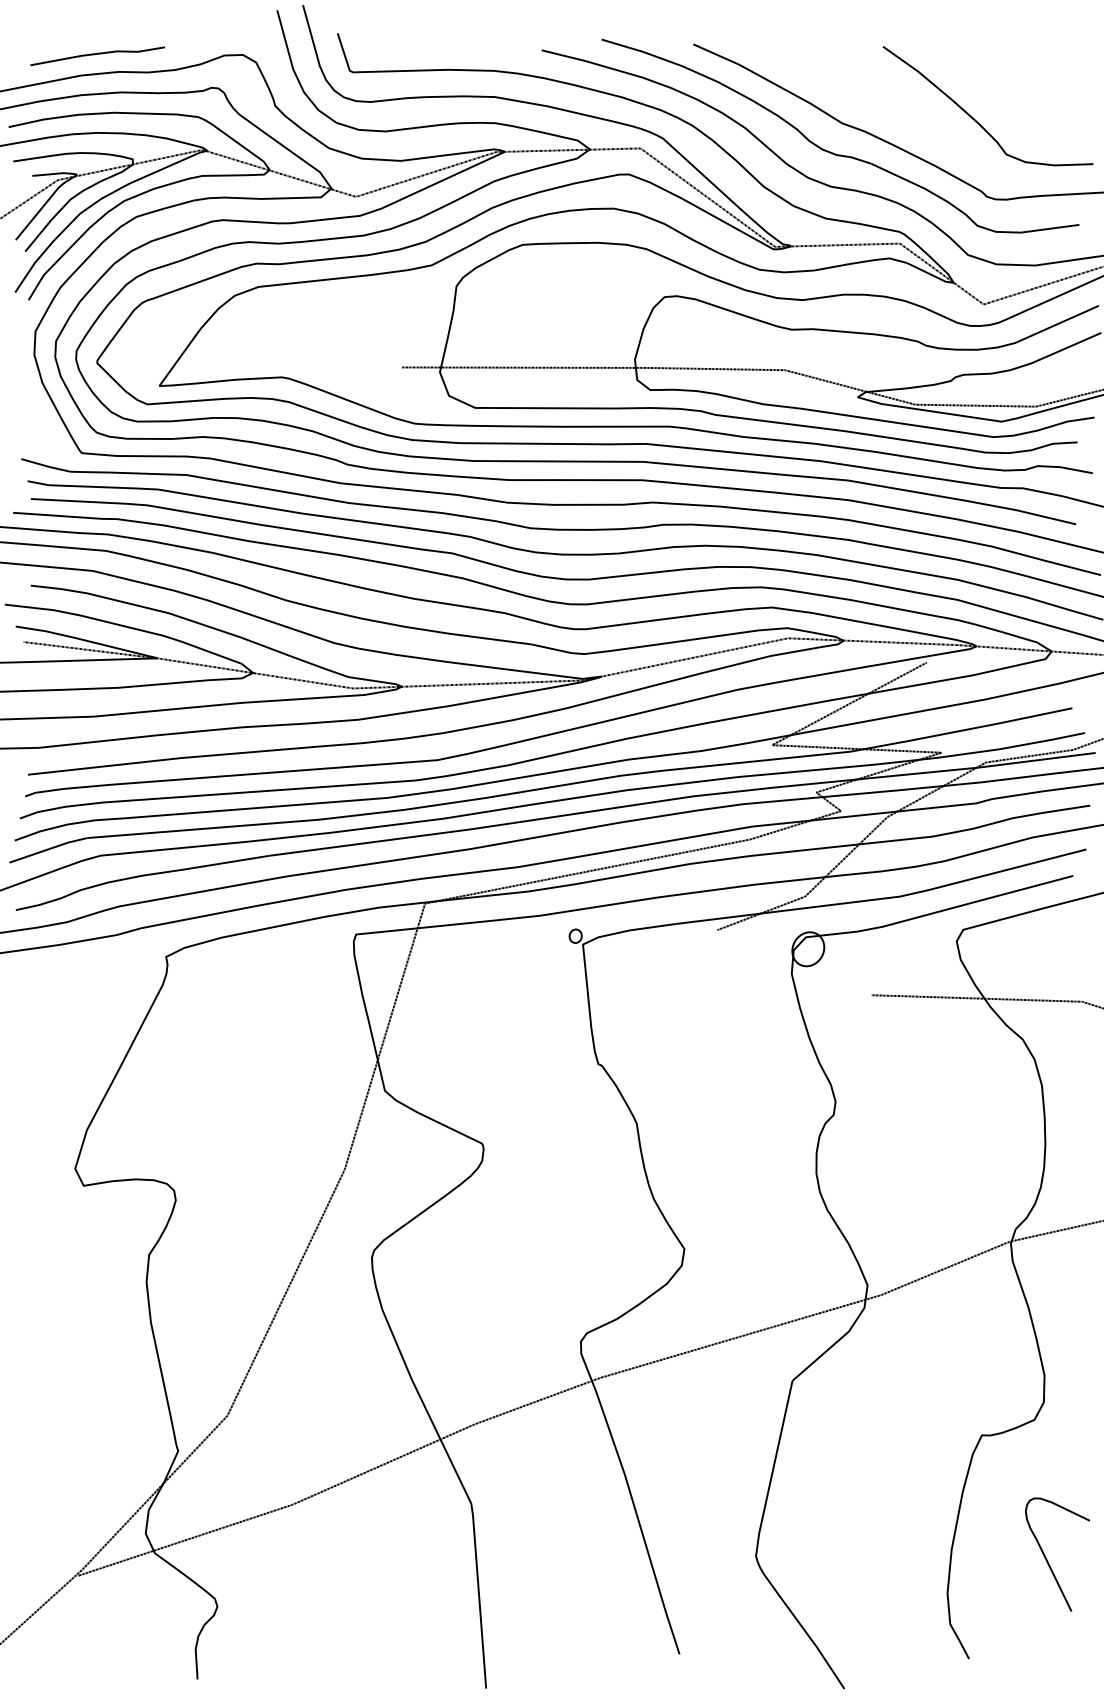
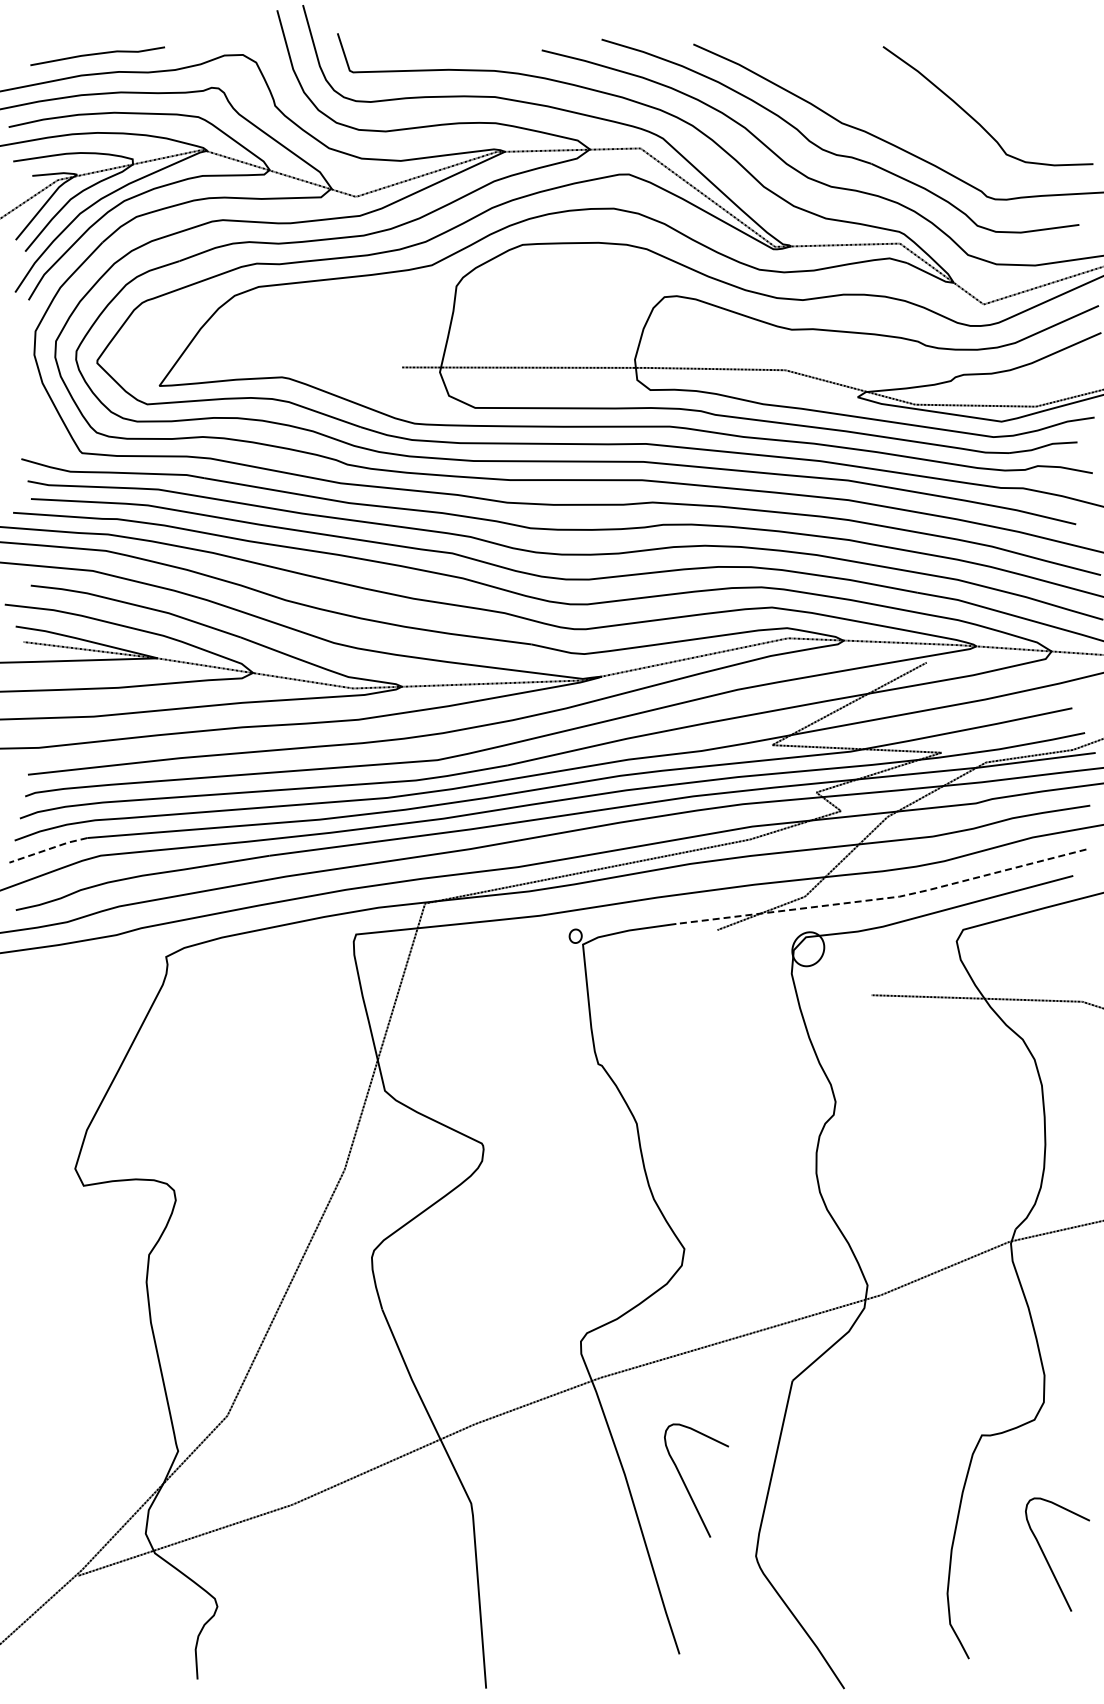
line at (48, 849): solid -> dashed
line at (884, 898): solid -> dashed
curve at (686, 1485): none -> present
